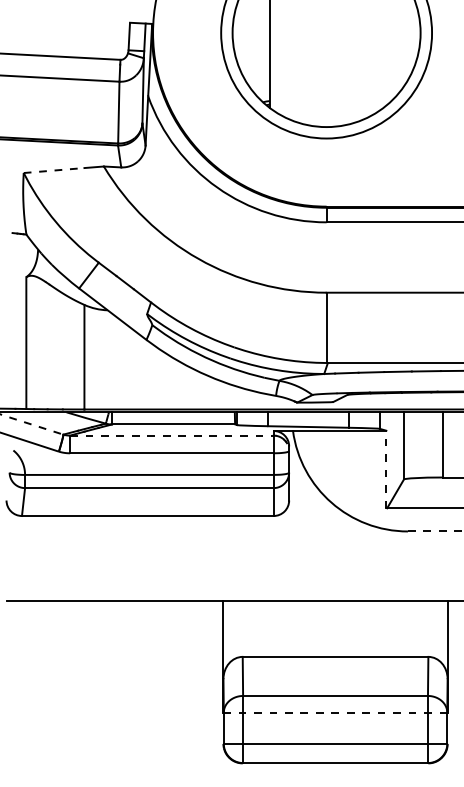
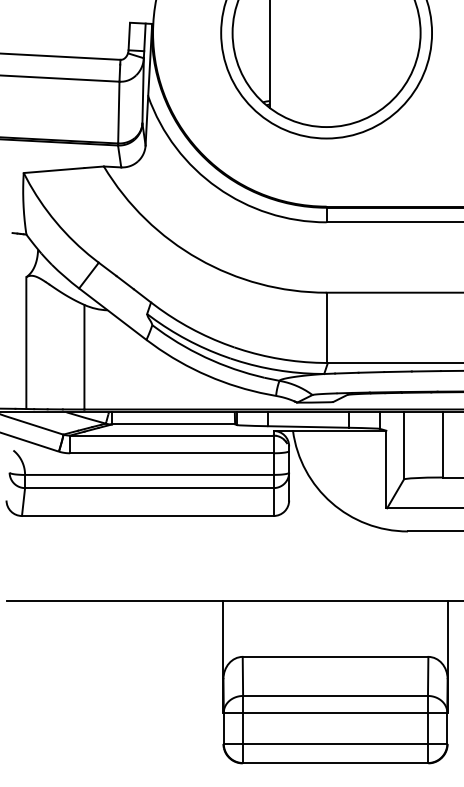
line at (54, 170): dashed -> solid
line at (31, 424): dashed -> solid
line at (171, 435): dashed -> solid
line at (386, 469): dashed -> solid
line at (435, 531): dashed -> solid
line at (335, 712): dashed -> solid
